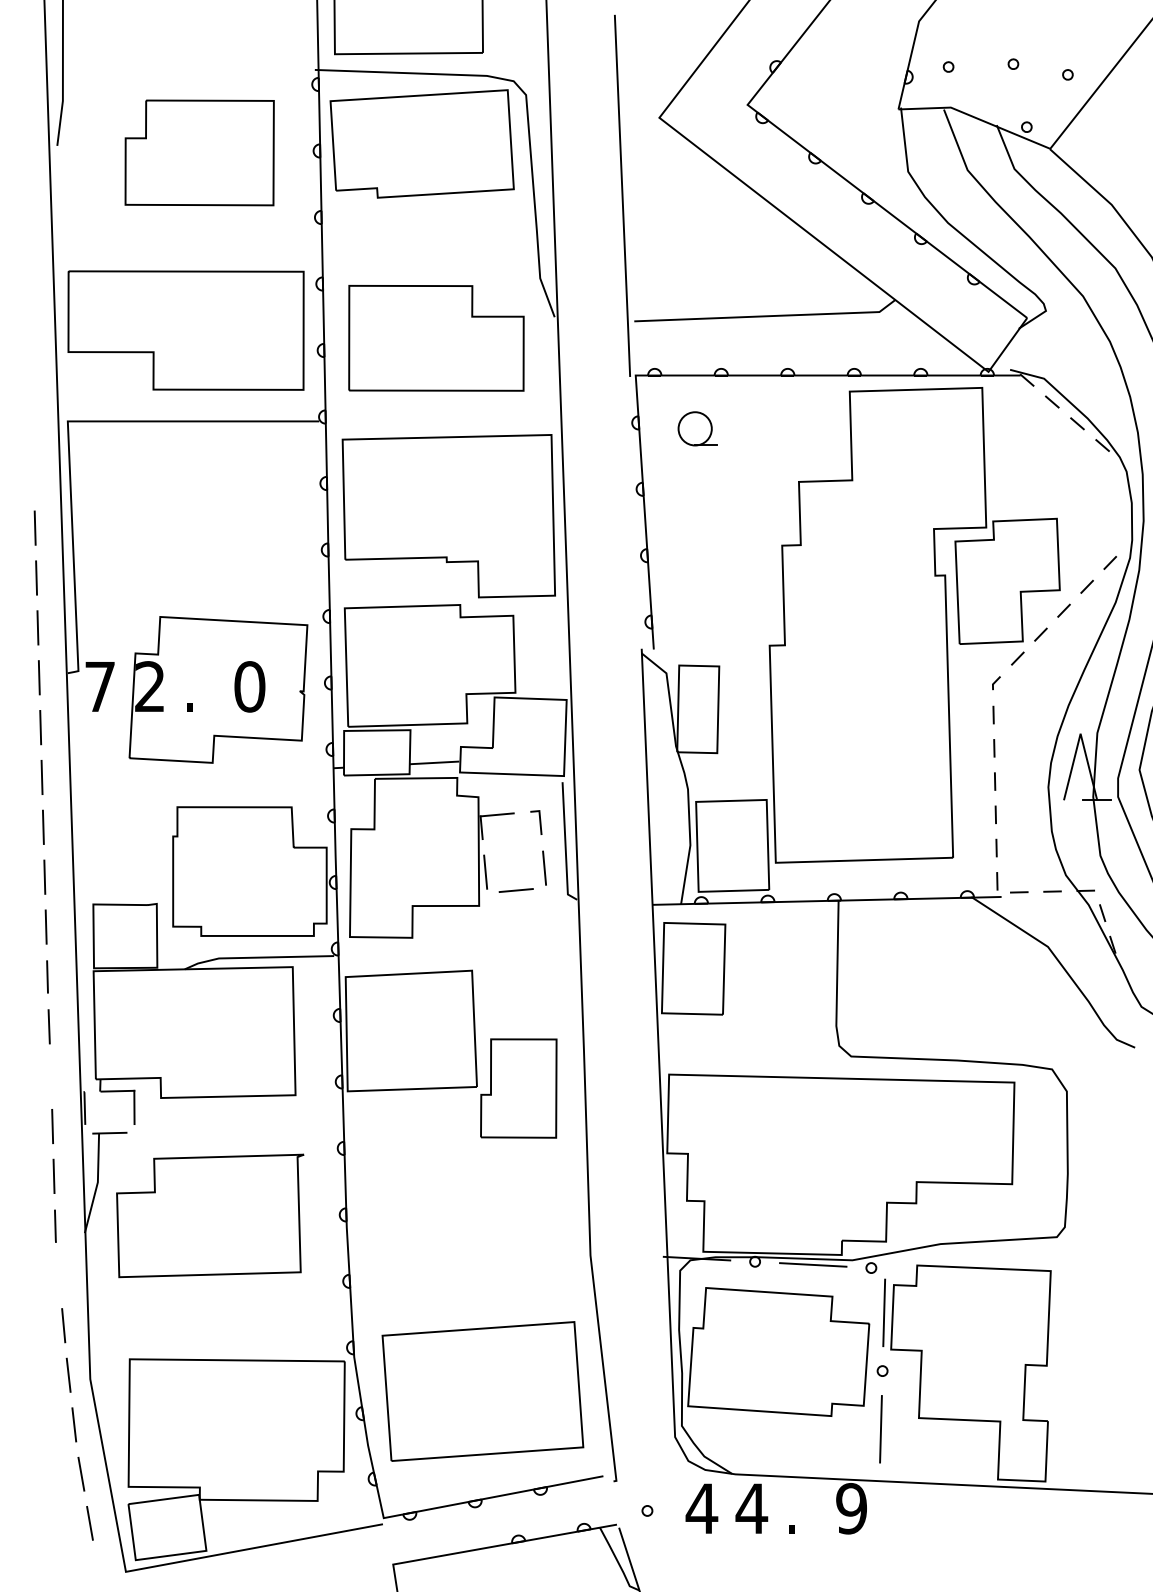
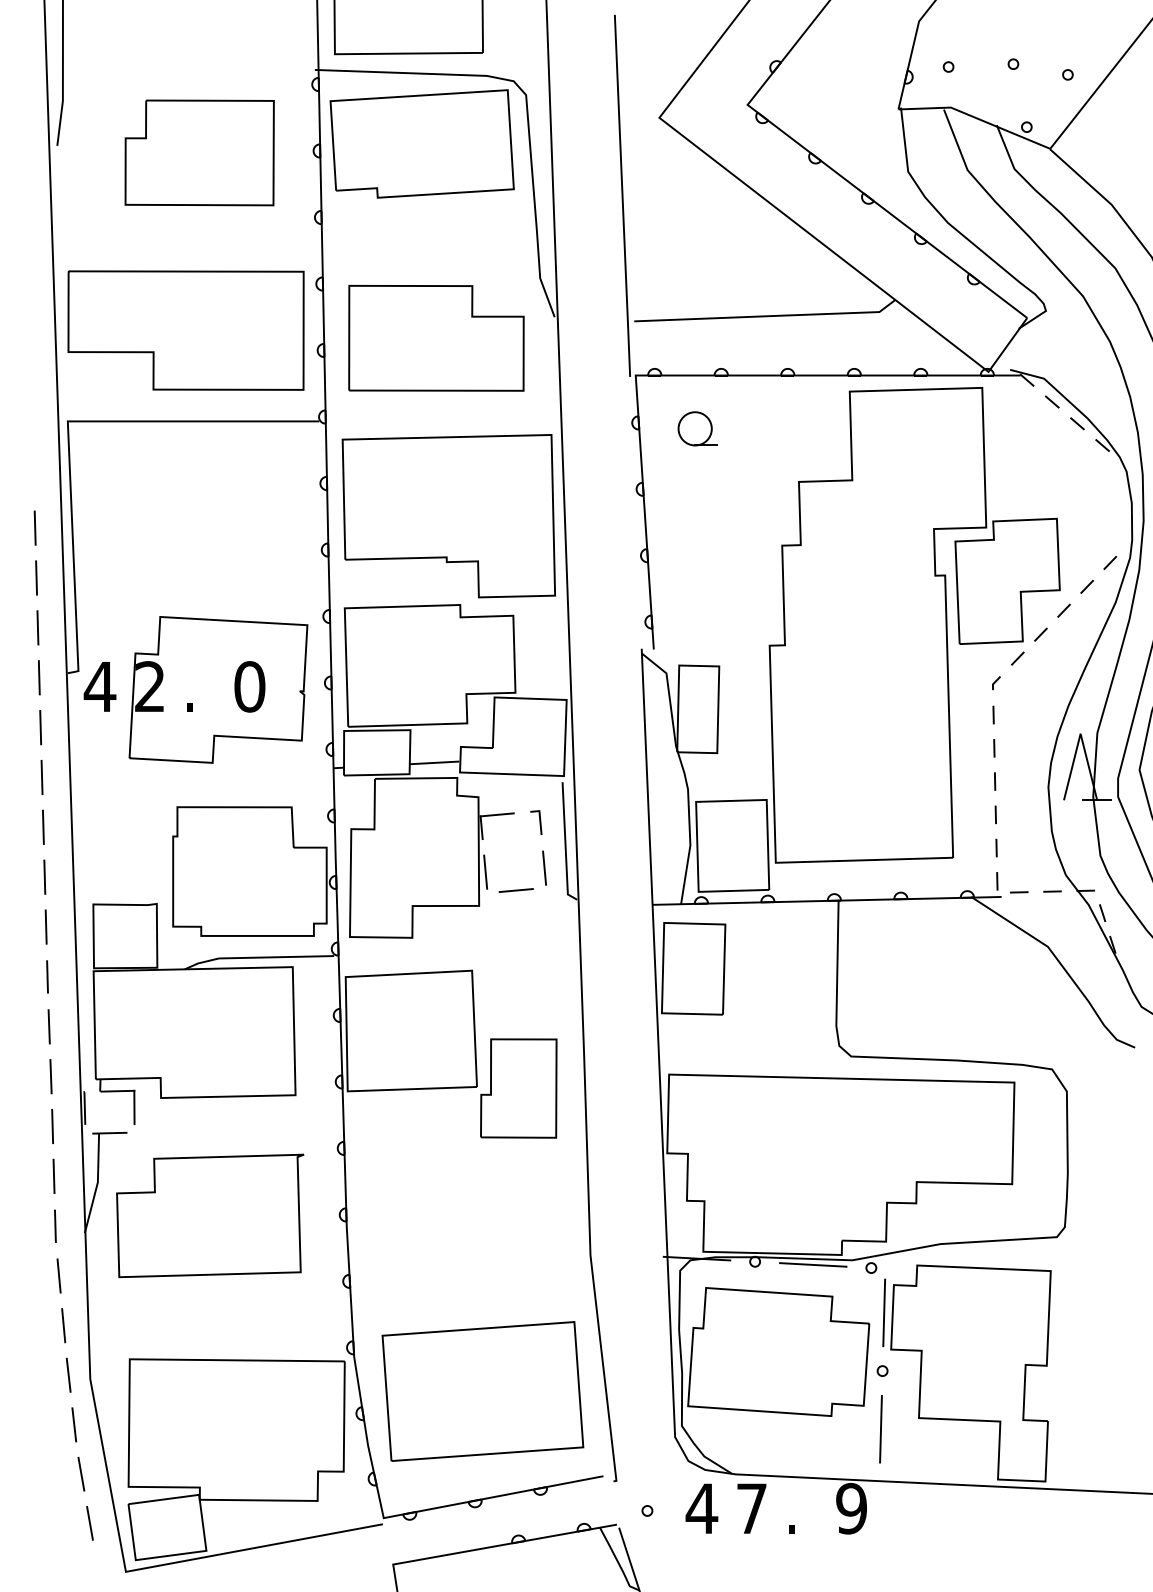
text at (99, 686): 7 -> 4
line at (50, 1076): none -> present
line at (58, 1275): none -> present
text at (751, 1508): 4 -> 7
